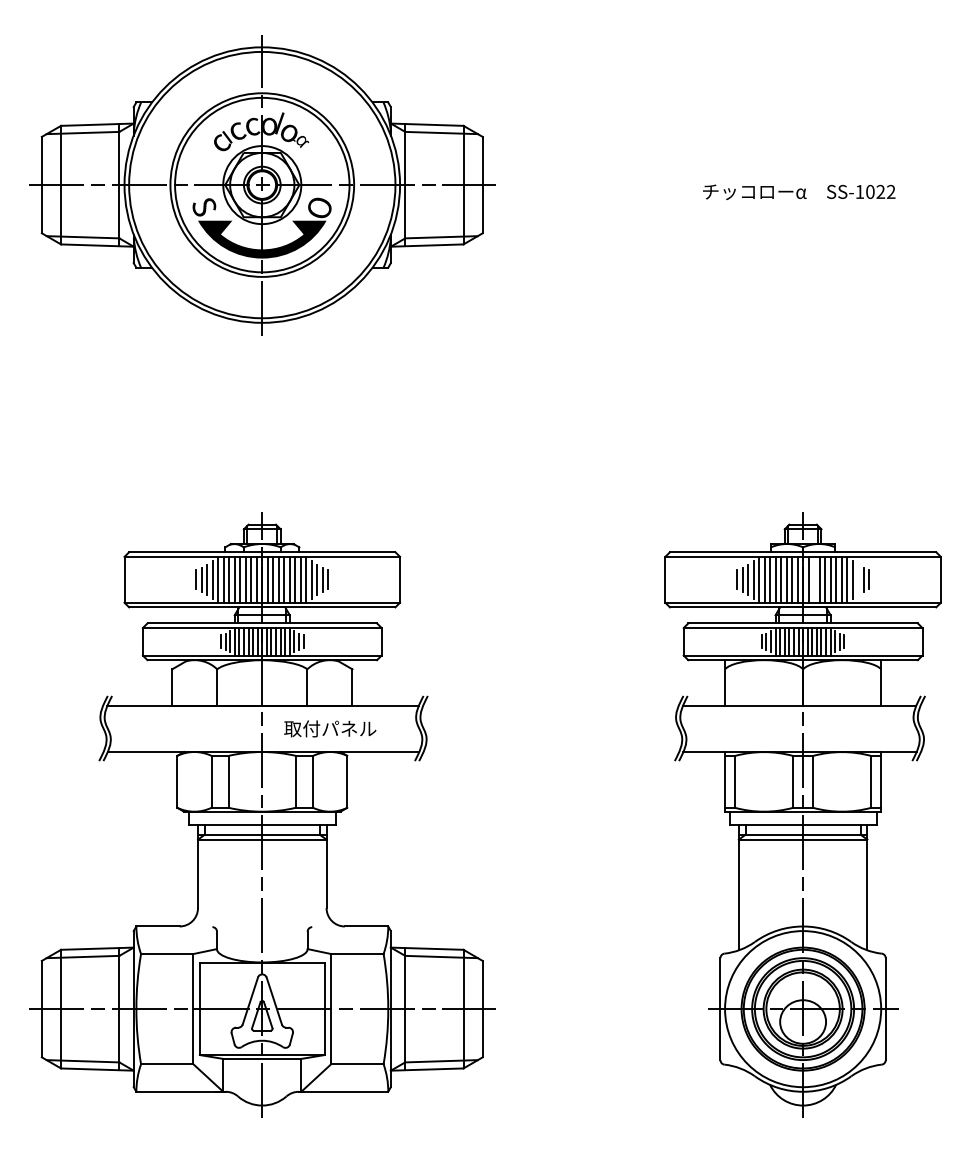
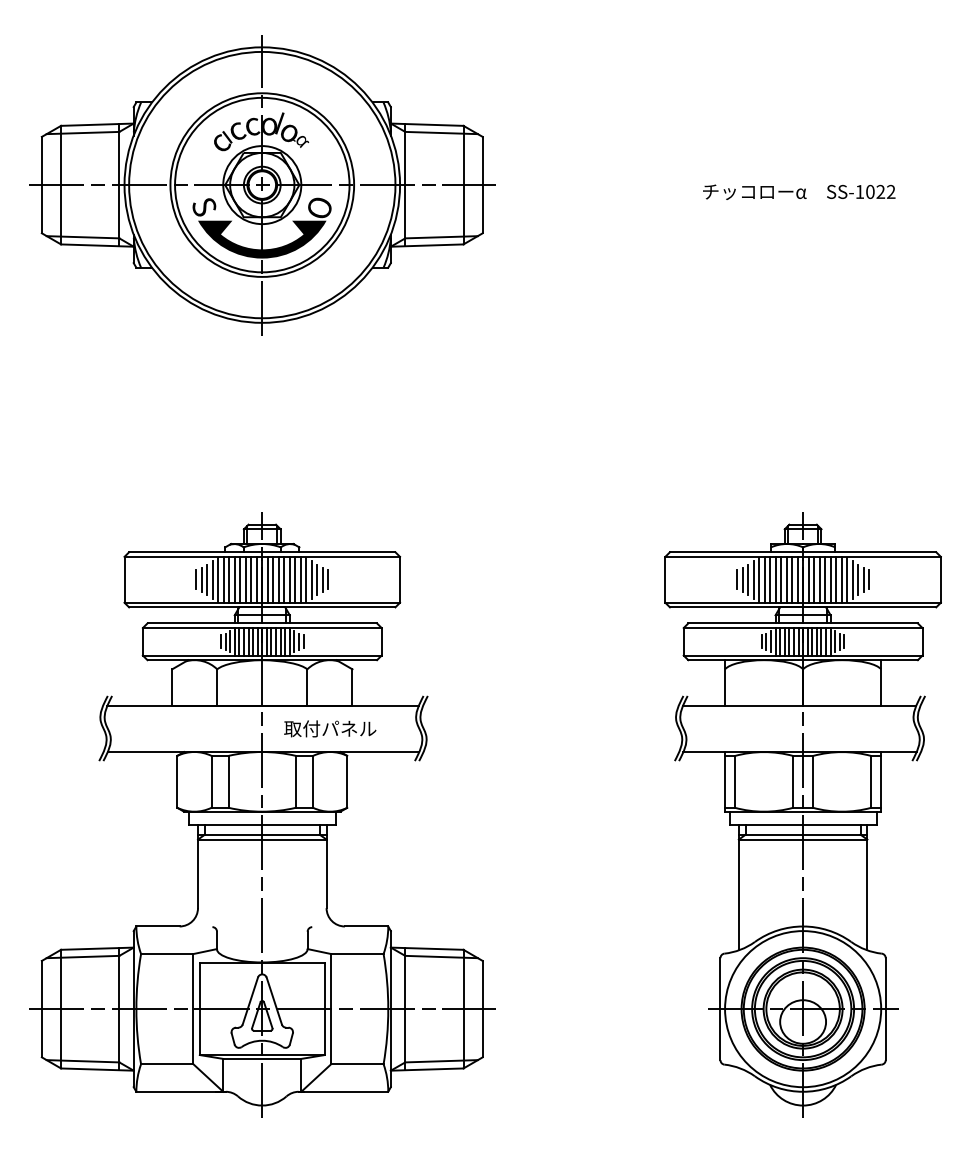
line at (814, 579): none -> present
line at (858, 579): none -> present
